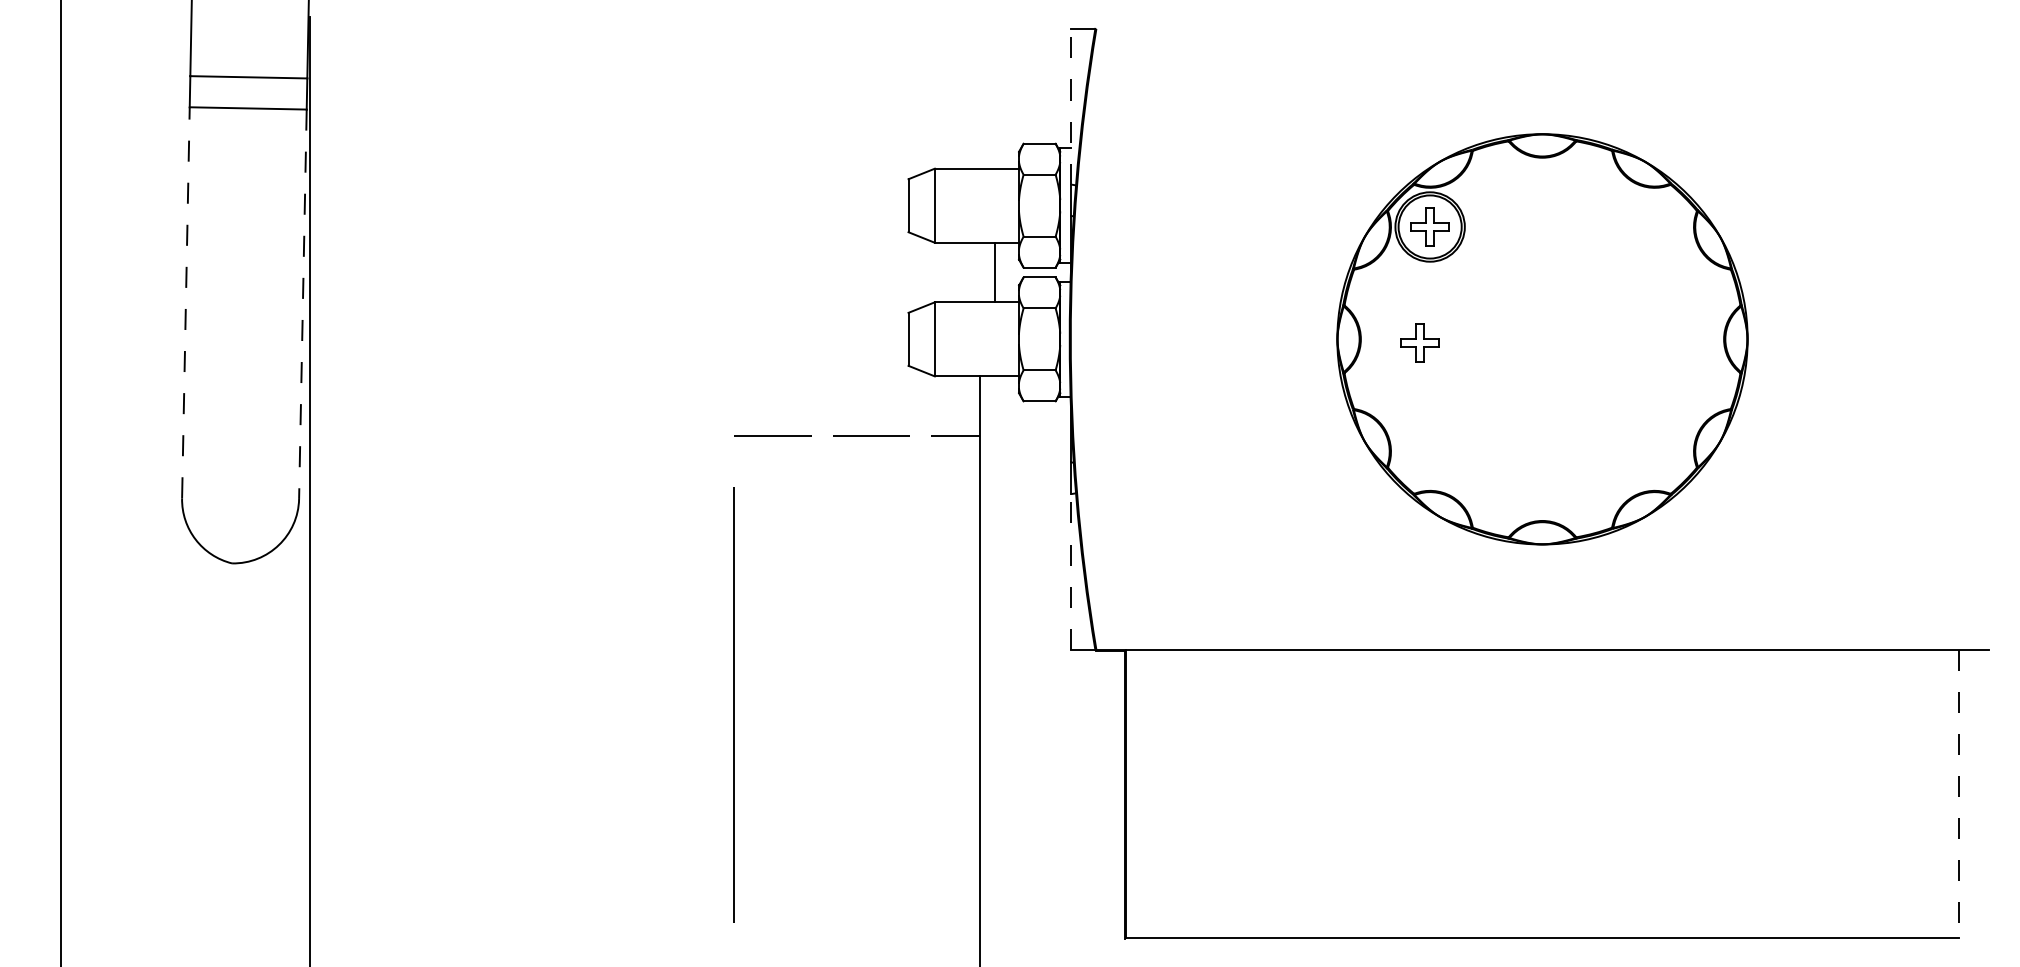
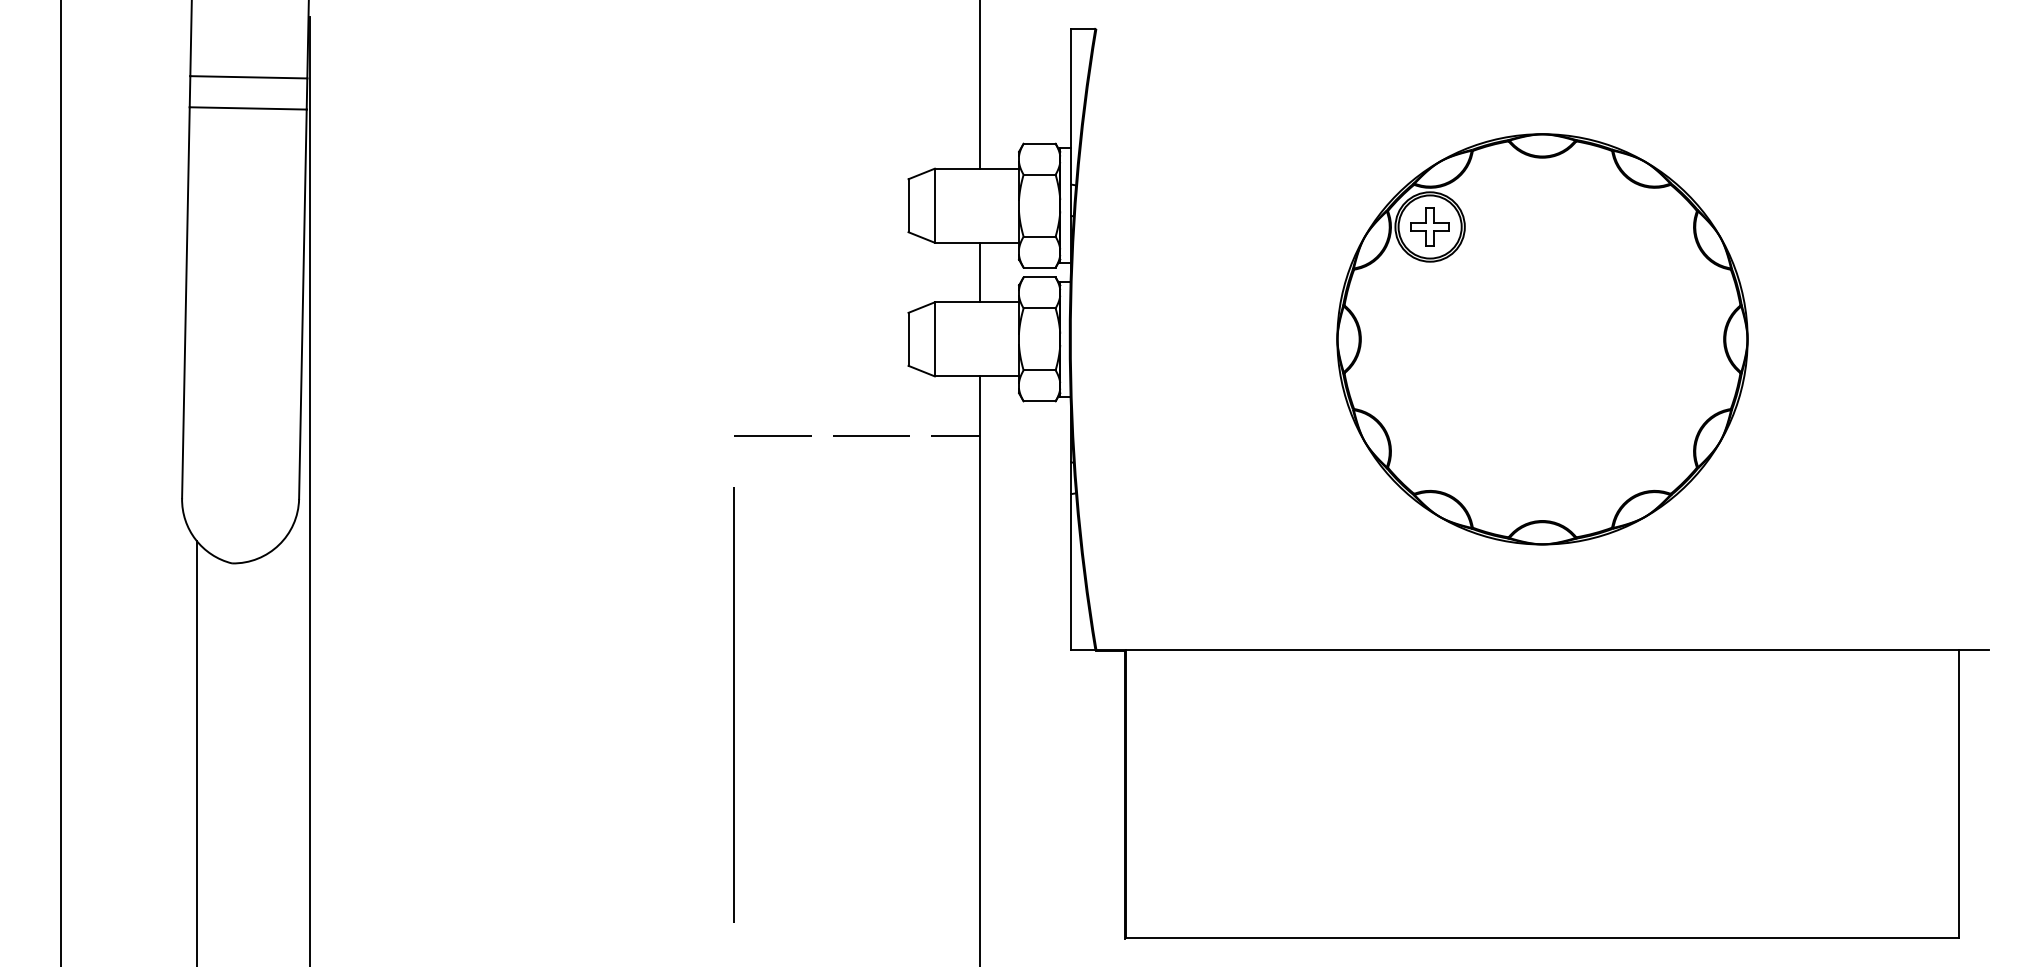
line at (980, 85): none -> present
line at (1070, 106): dashed -> solid
line at (995, 272) position: (995, 272) -> (980, 272)
line at (185, 302): dashed -> solid
line at (302, 304): dashed -> solid
part at (1419, 342): present -> none
line at (1070, 571): dashed -> solid
line at (196, 752): none -> present
line at (1958, 794): dashed -> solid
